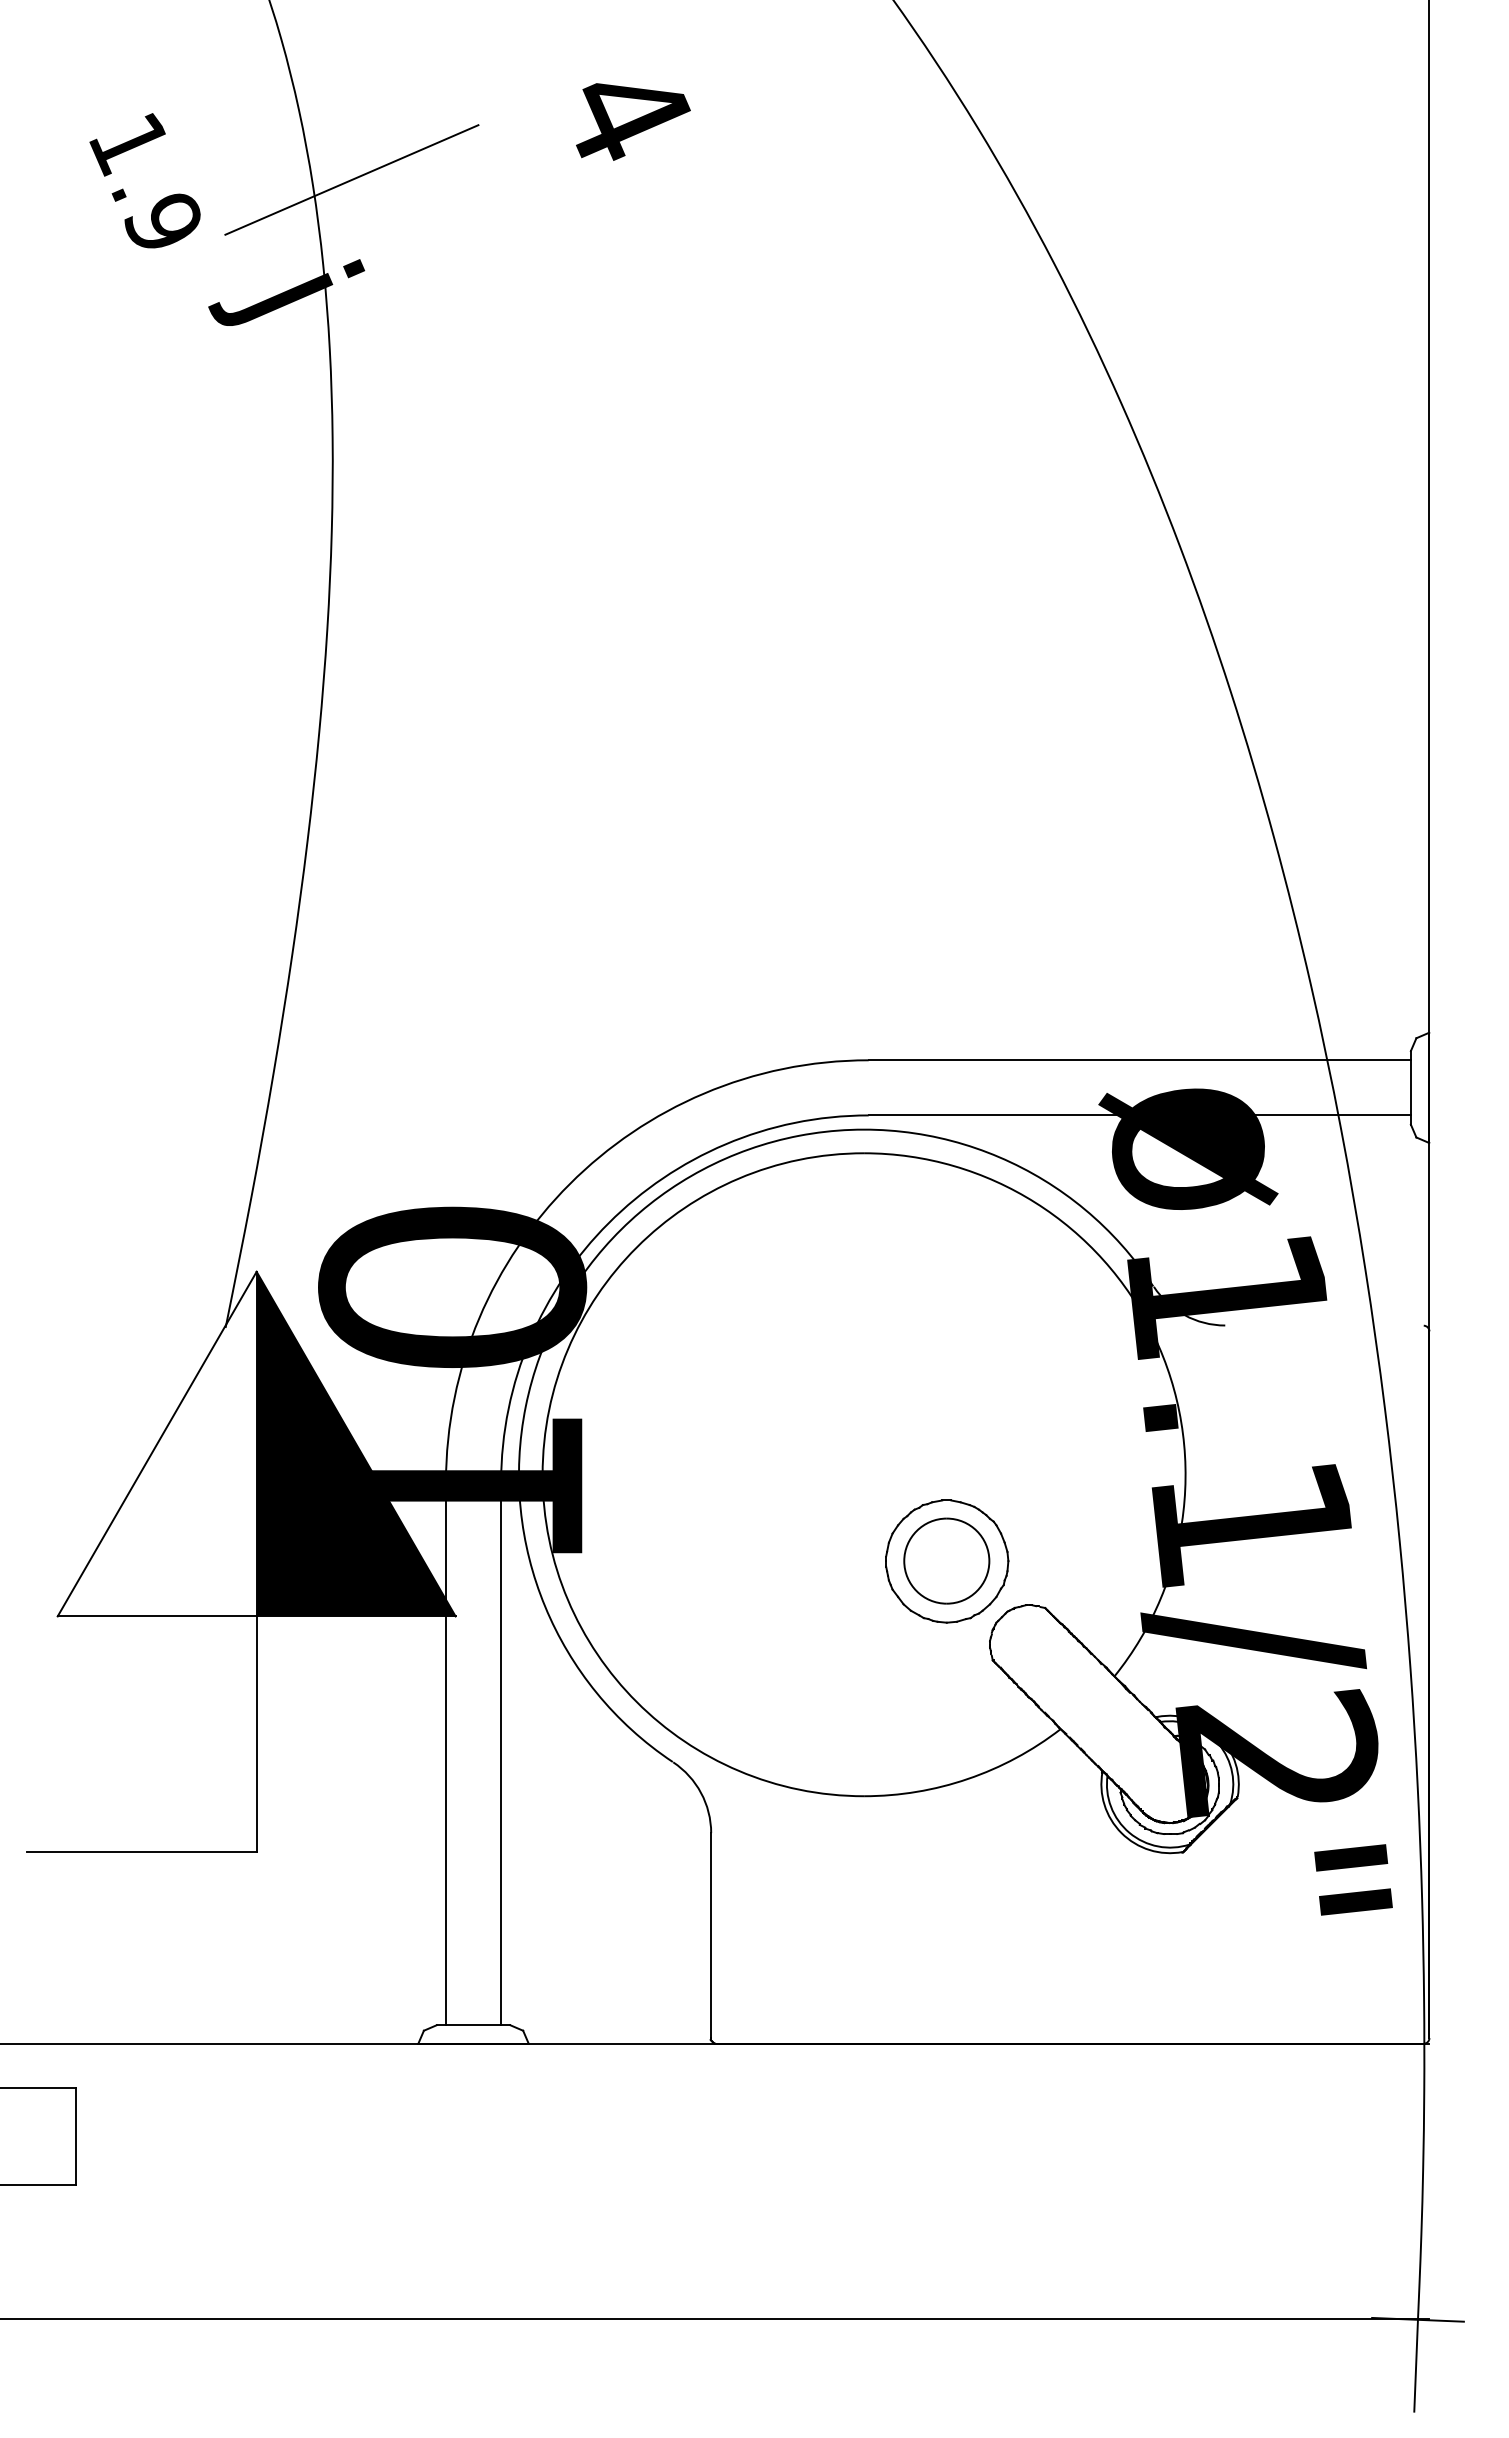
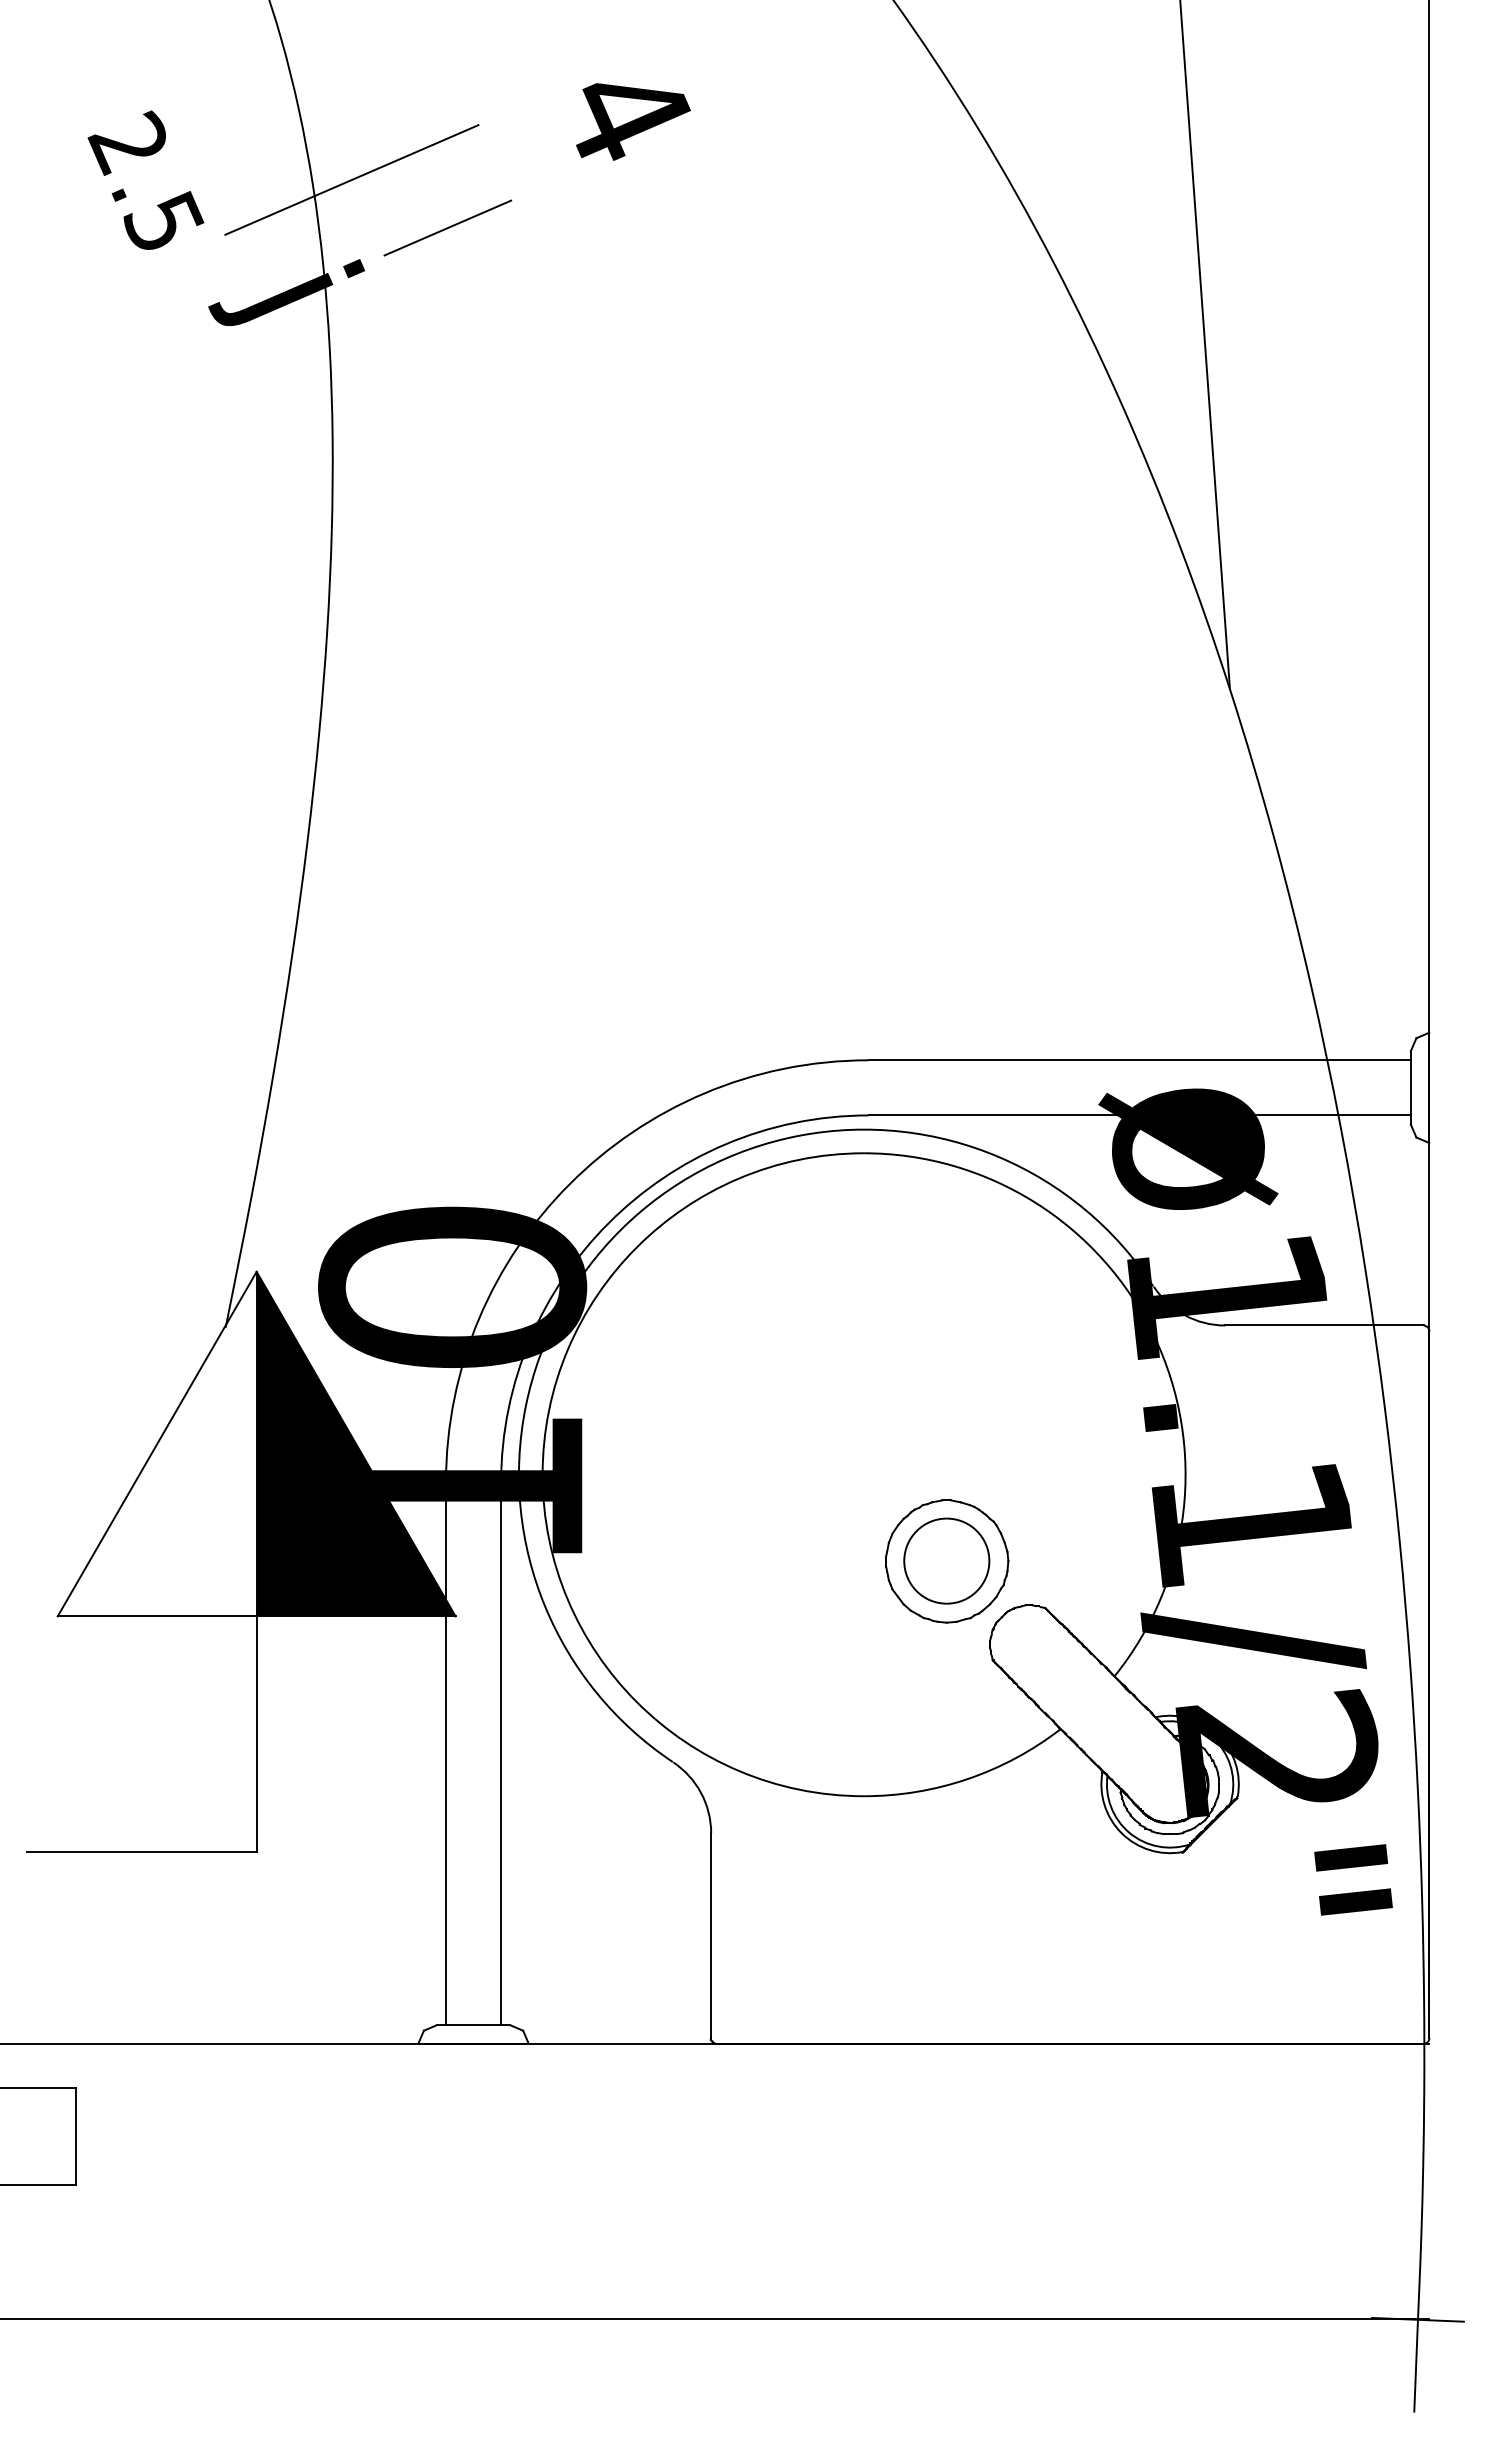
text at (145, 179): 1.9 -> 2.5
line at (447, 227): none -> present
line at (1204, 345): none -> present
line at (1324, 1324): none -> present
